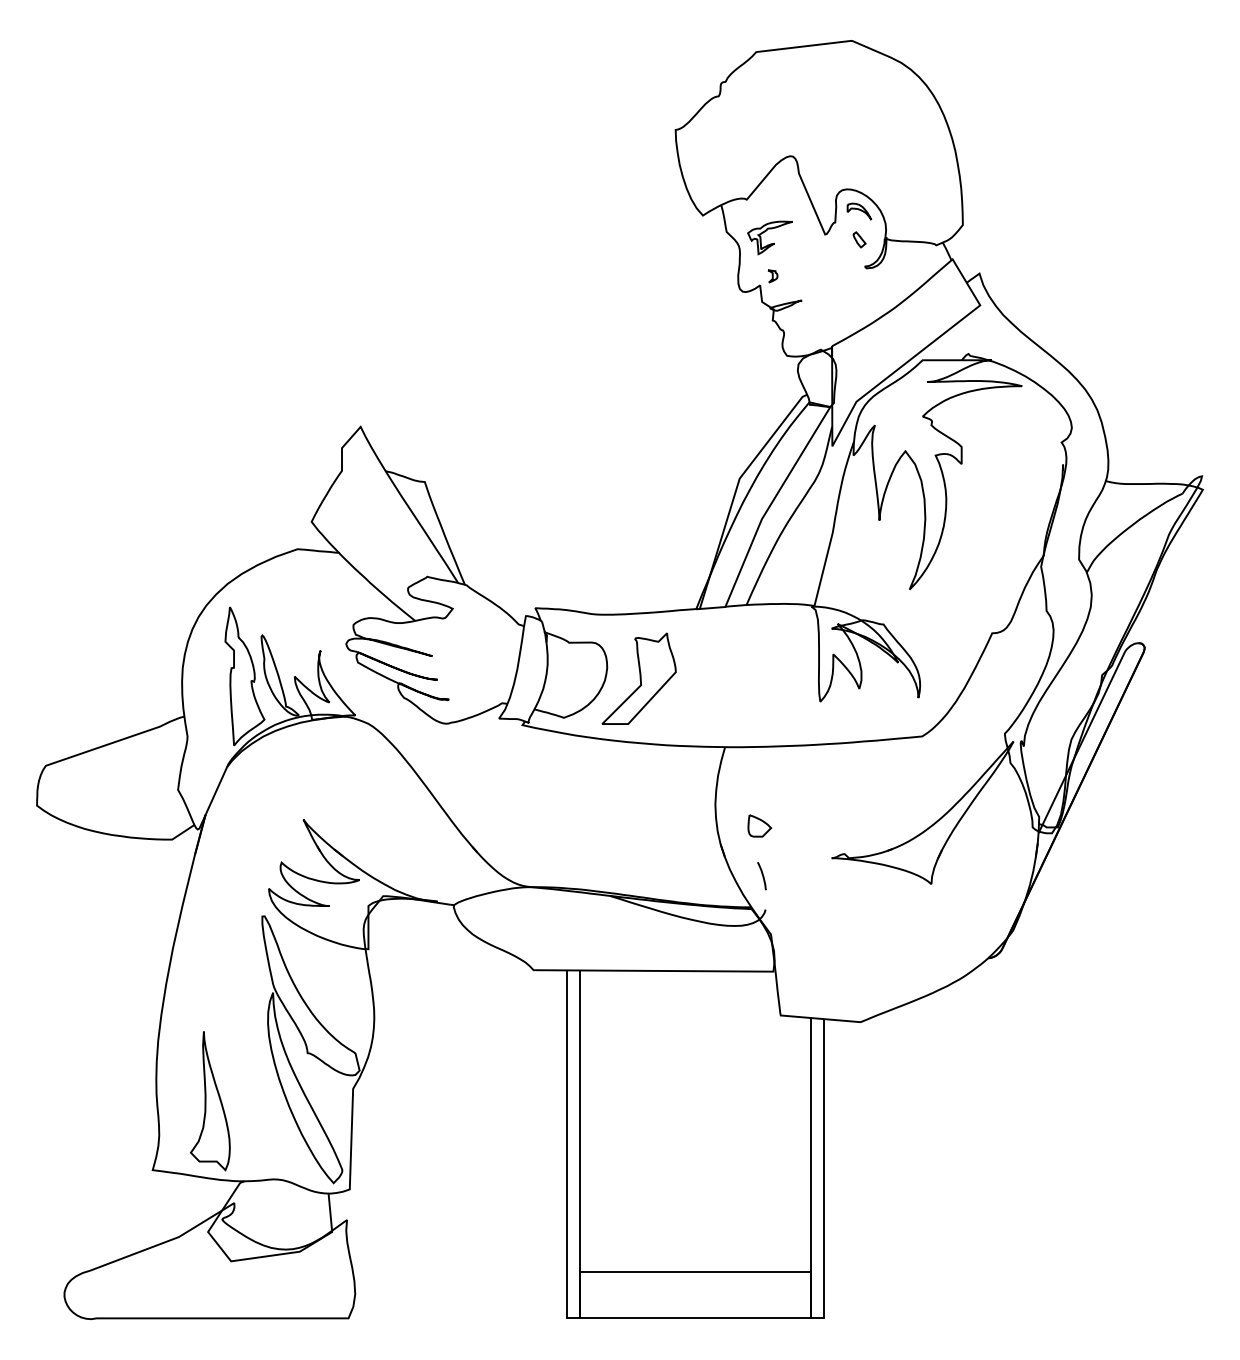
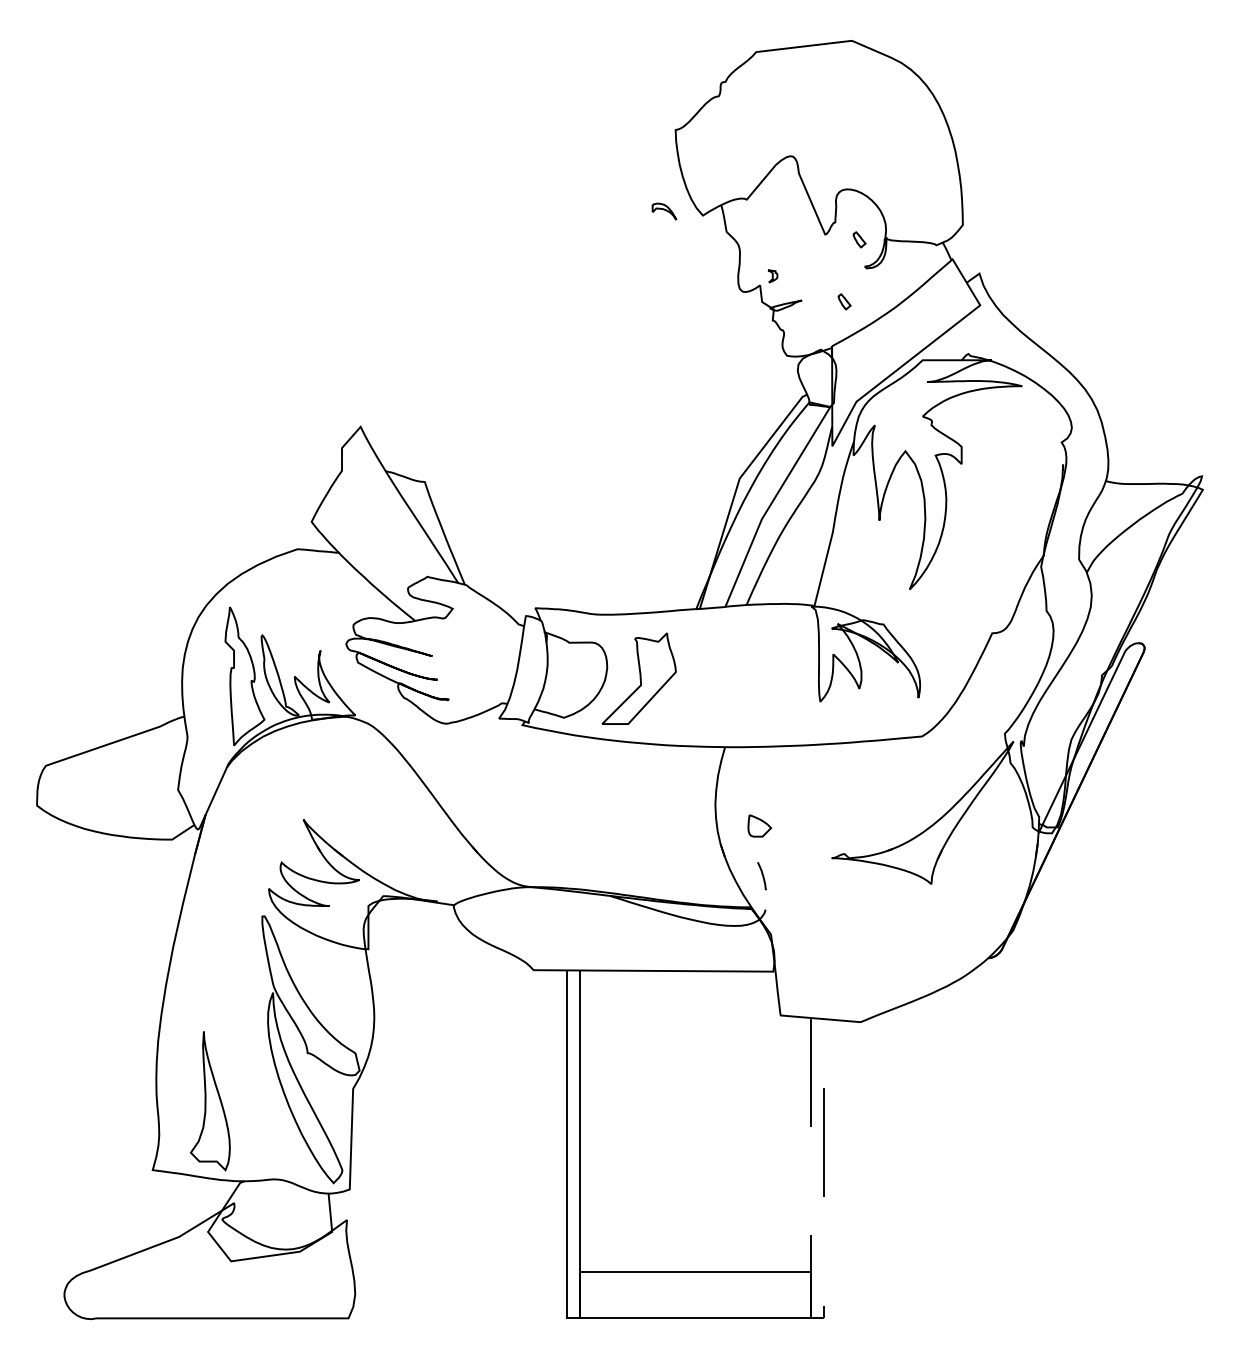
part at (859, 211) position: (859, 211) -> (664, 211)
part at (770, 243): present -> none
part at (844, 301): none -> present
line at (816, 1318): solid -> dashed
